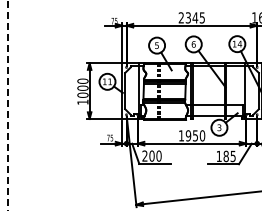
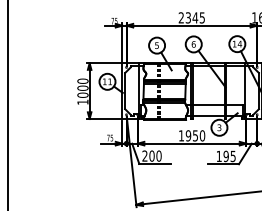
line at (7, 105): dashed -> solid
text at (225, 156): 185 -> 195
